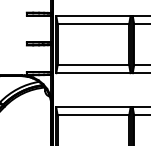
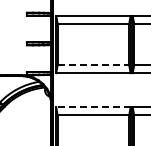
line at (93, 65): solid -> dashed
line at (92, 107): solid -> dashed
